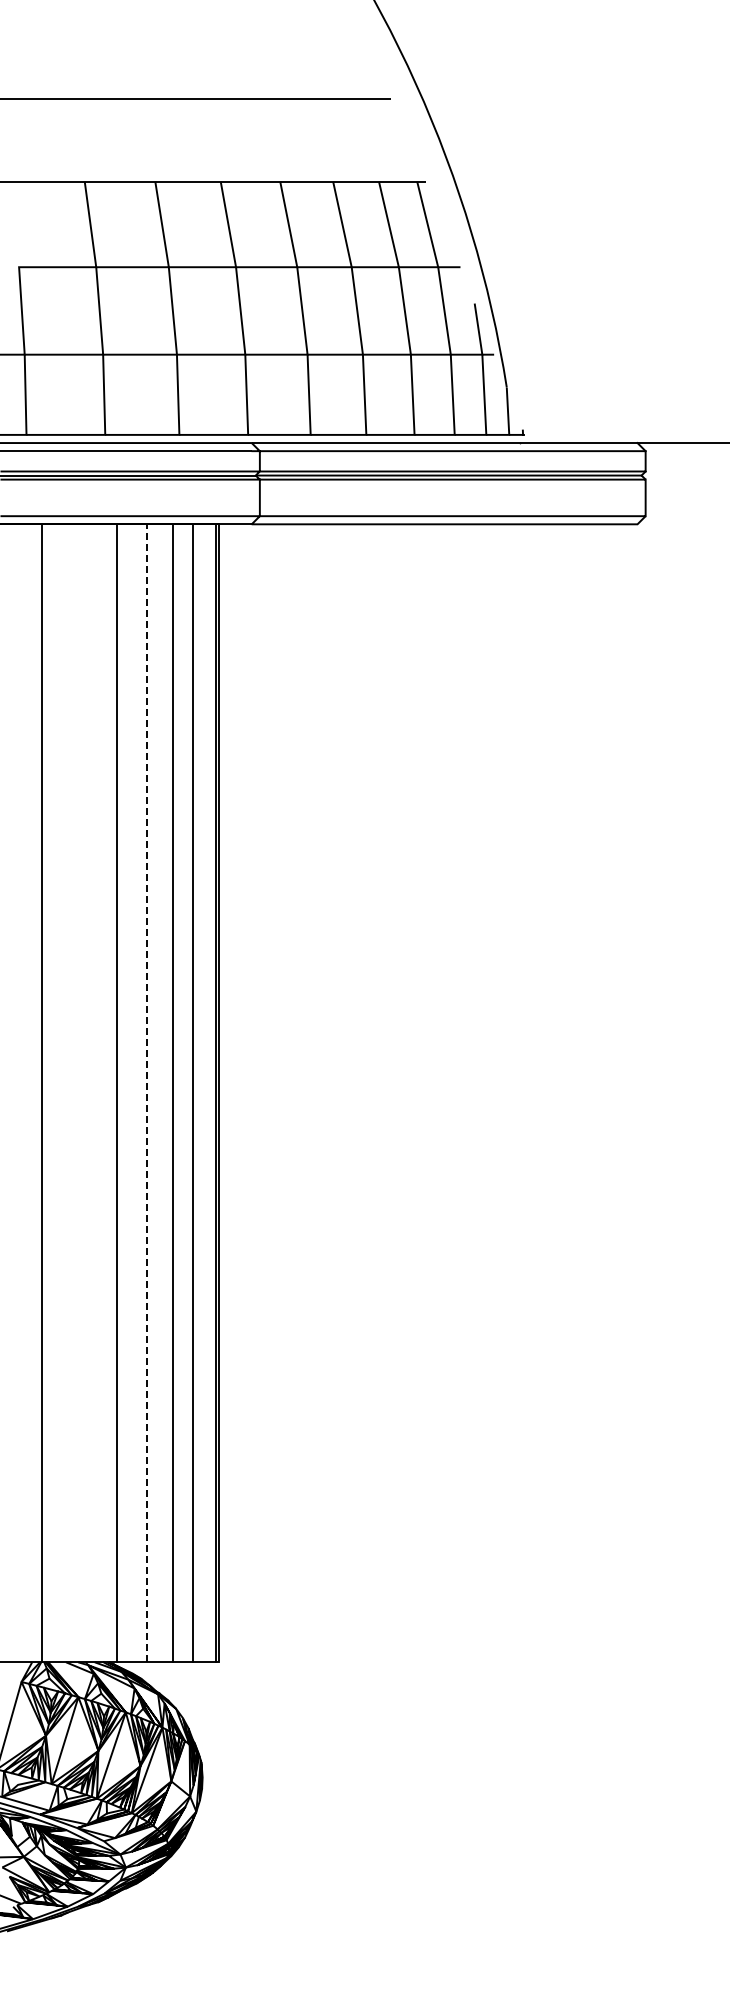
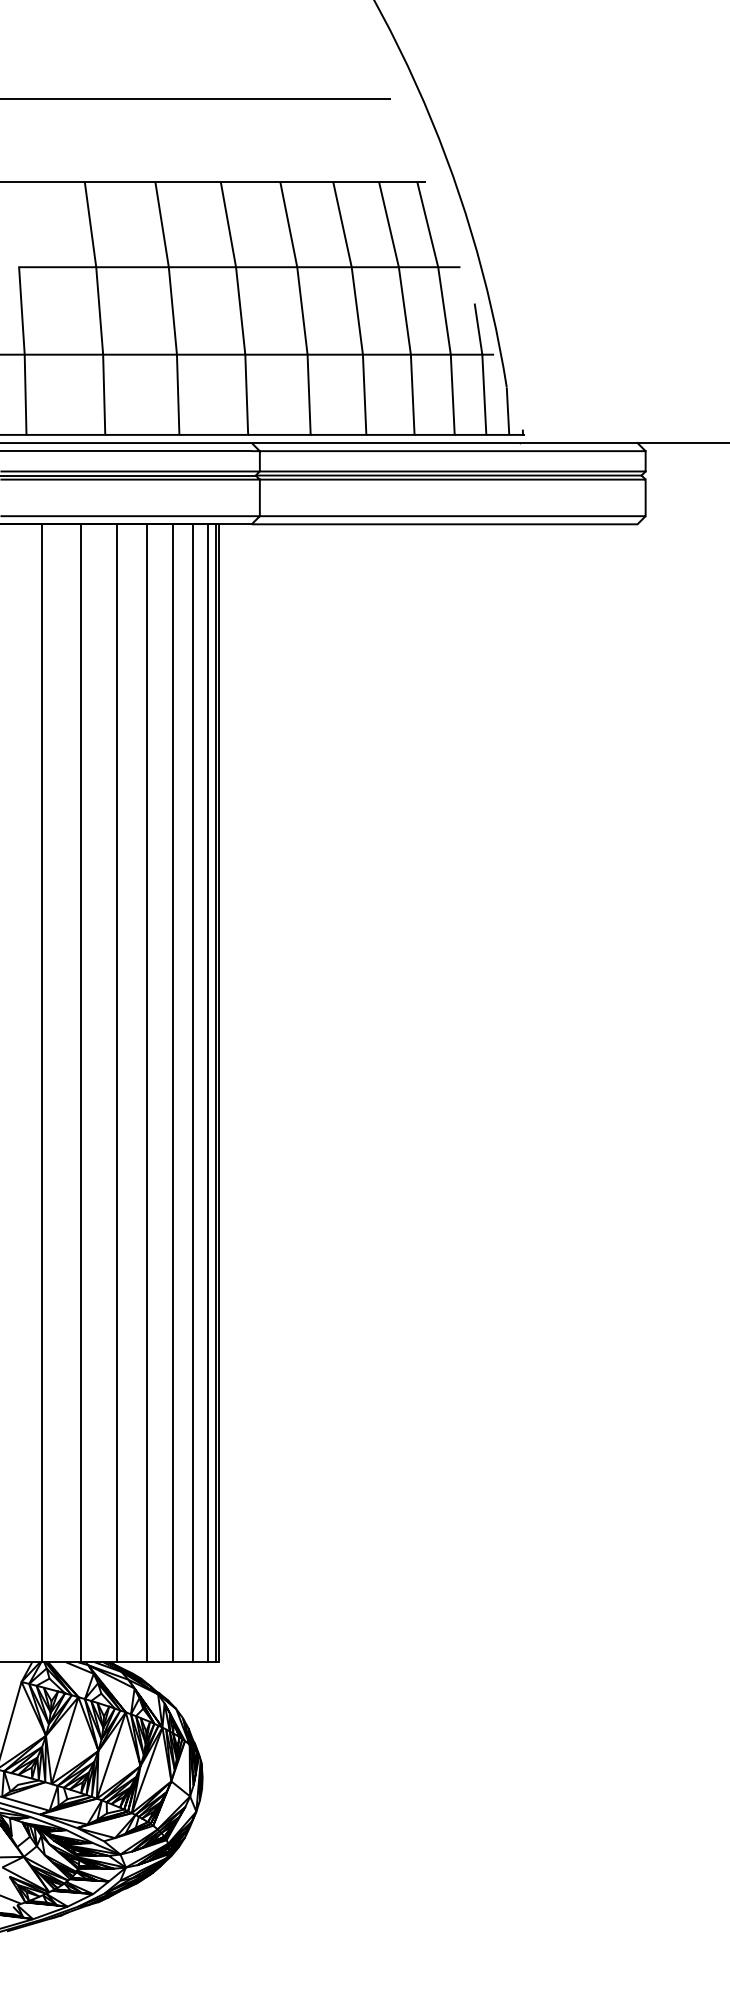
line at (81, 1093): none -> present
line at (147, 1093): dashed -> solid
line at (207, 1093): none -> present
